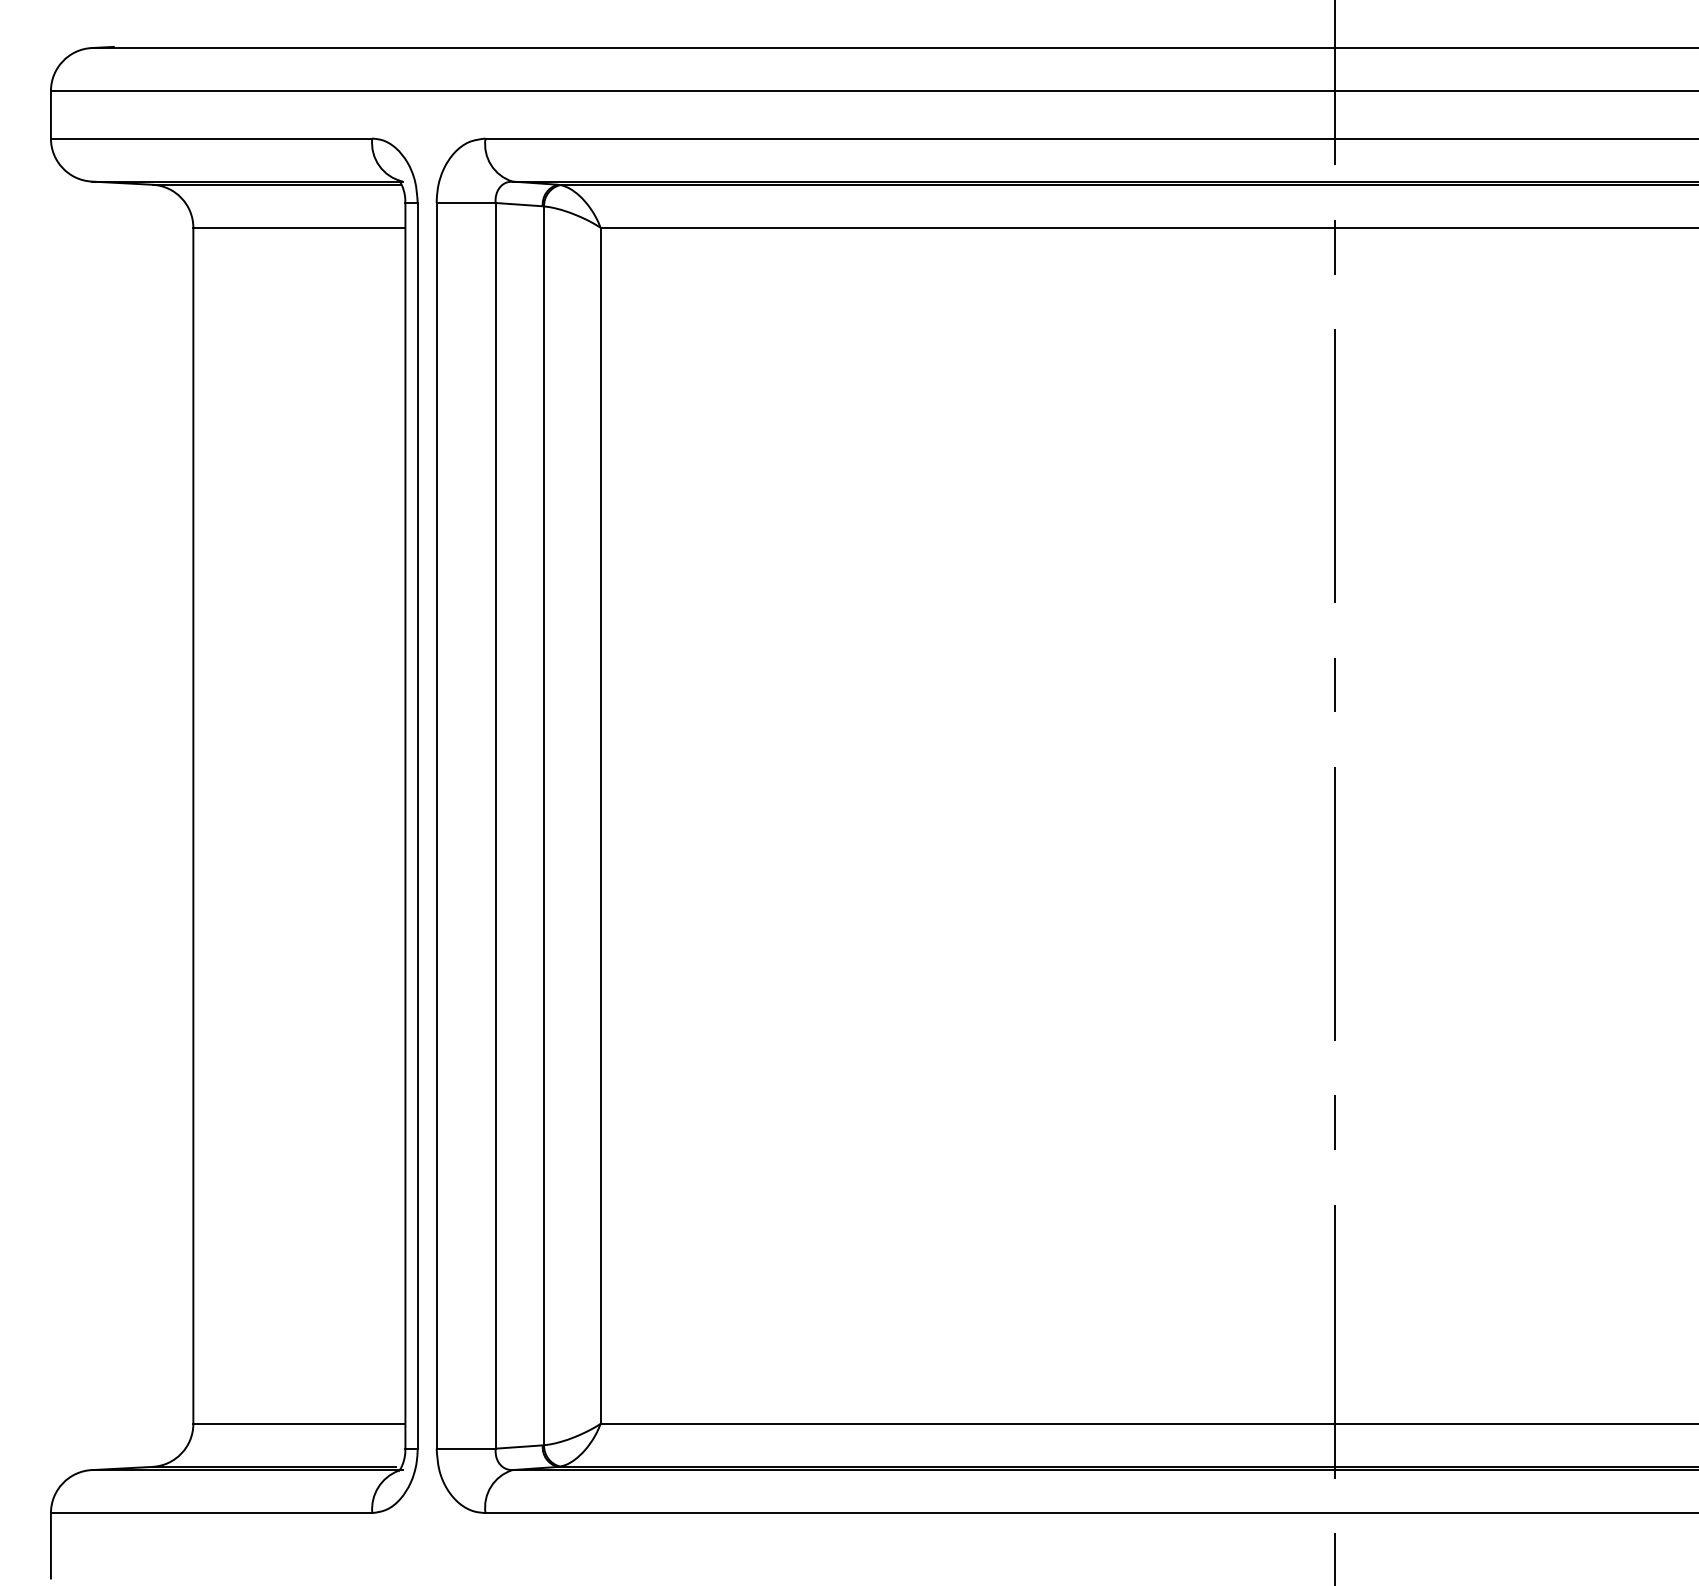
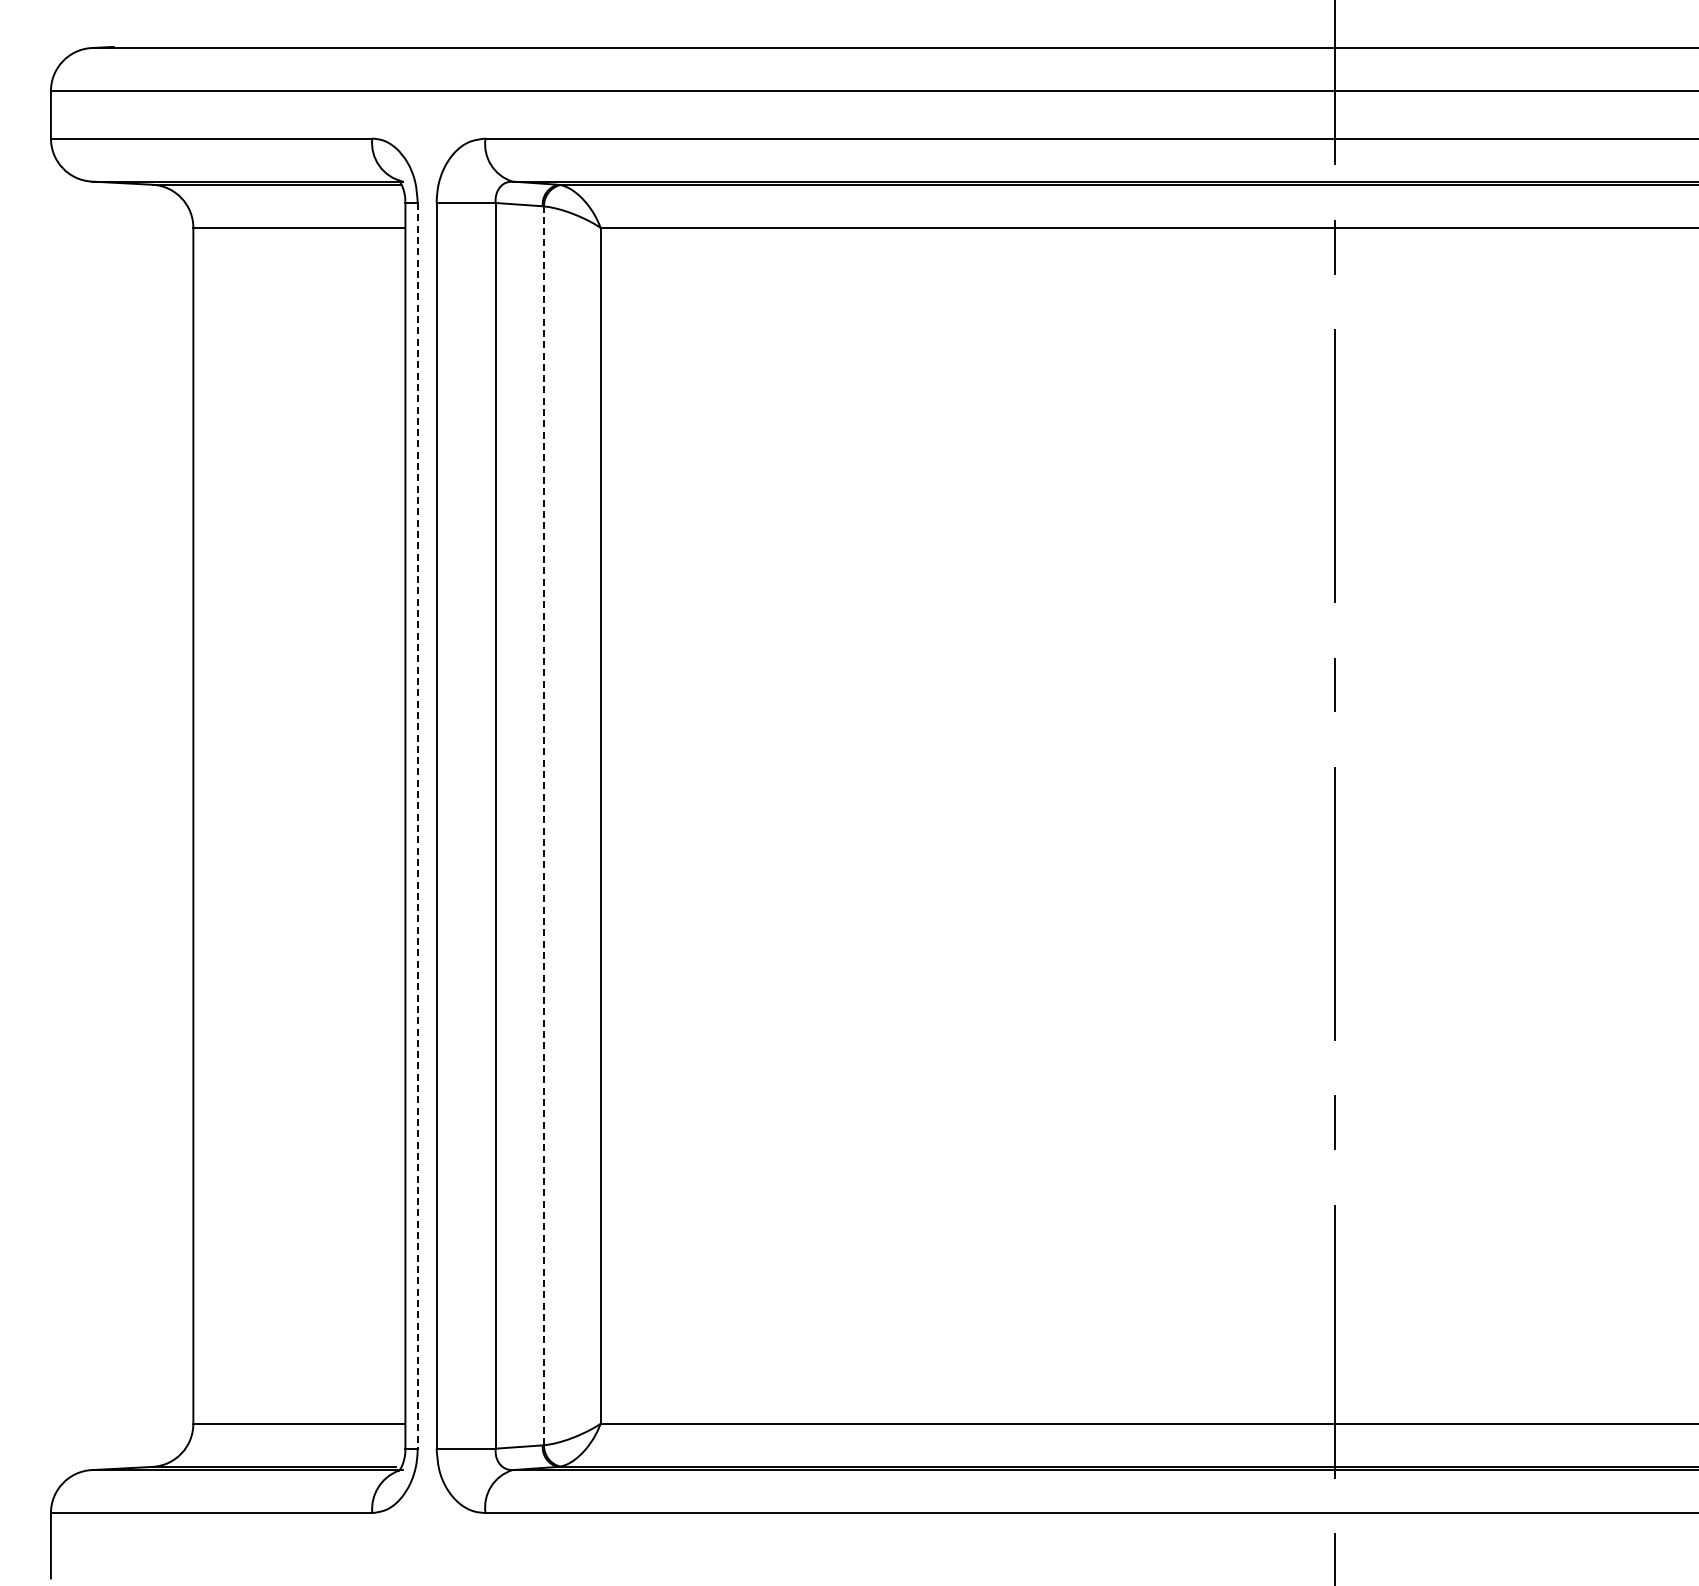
line at (417, 825): solid -> dashed
line at (544, 825): solid -> dashed
